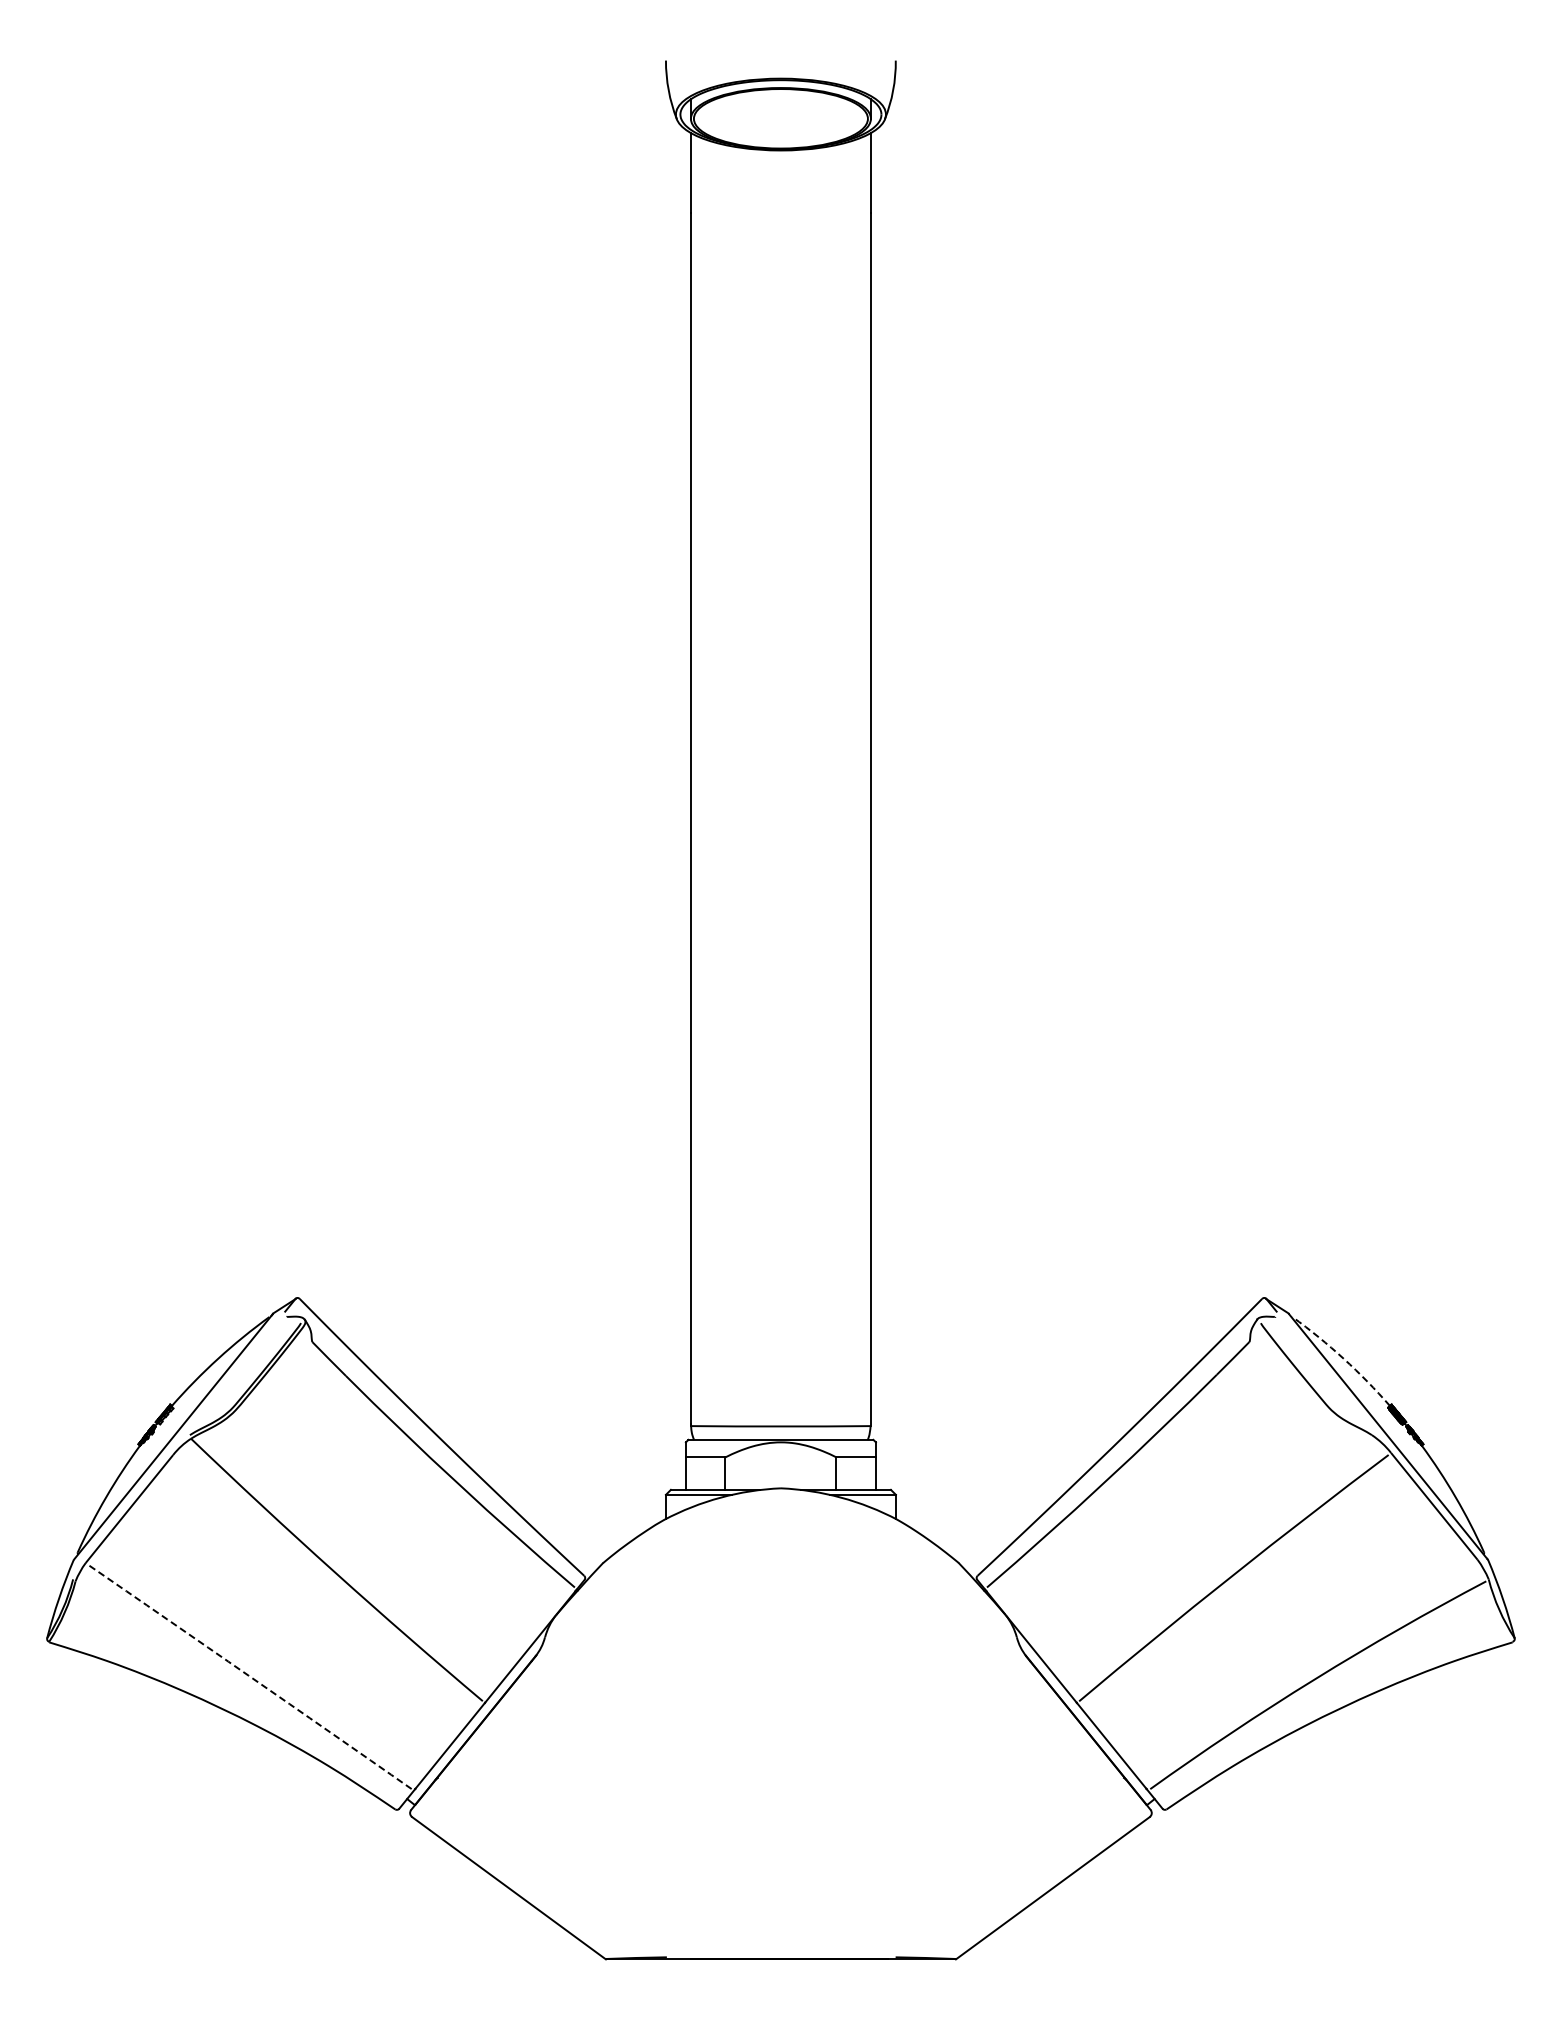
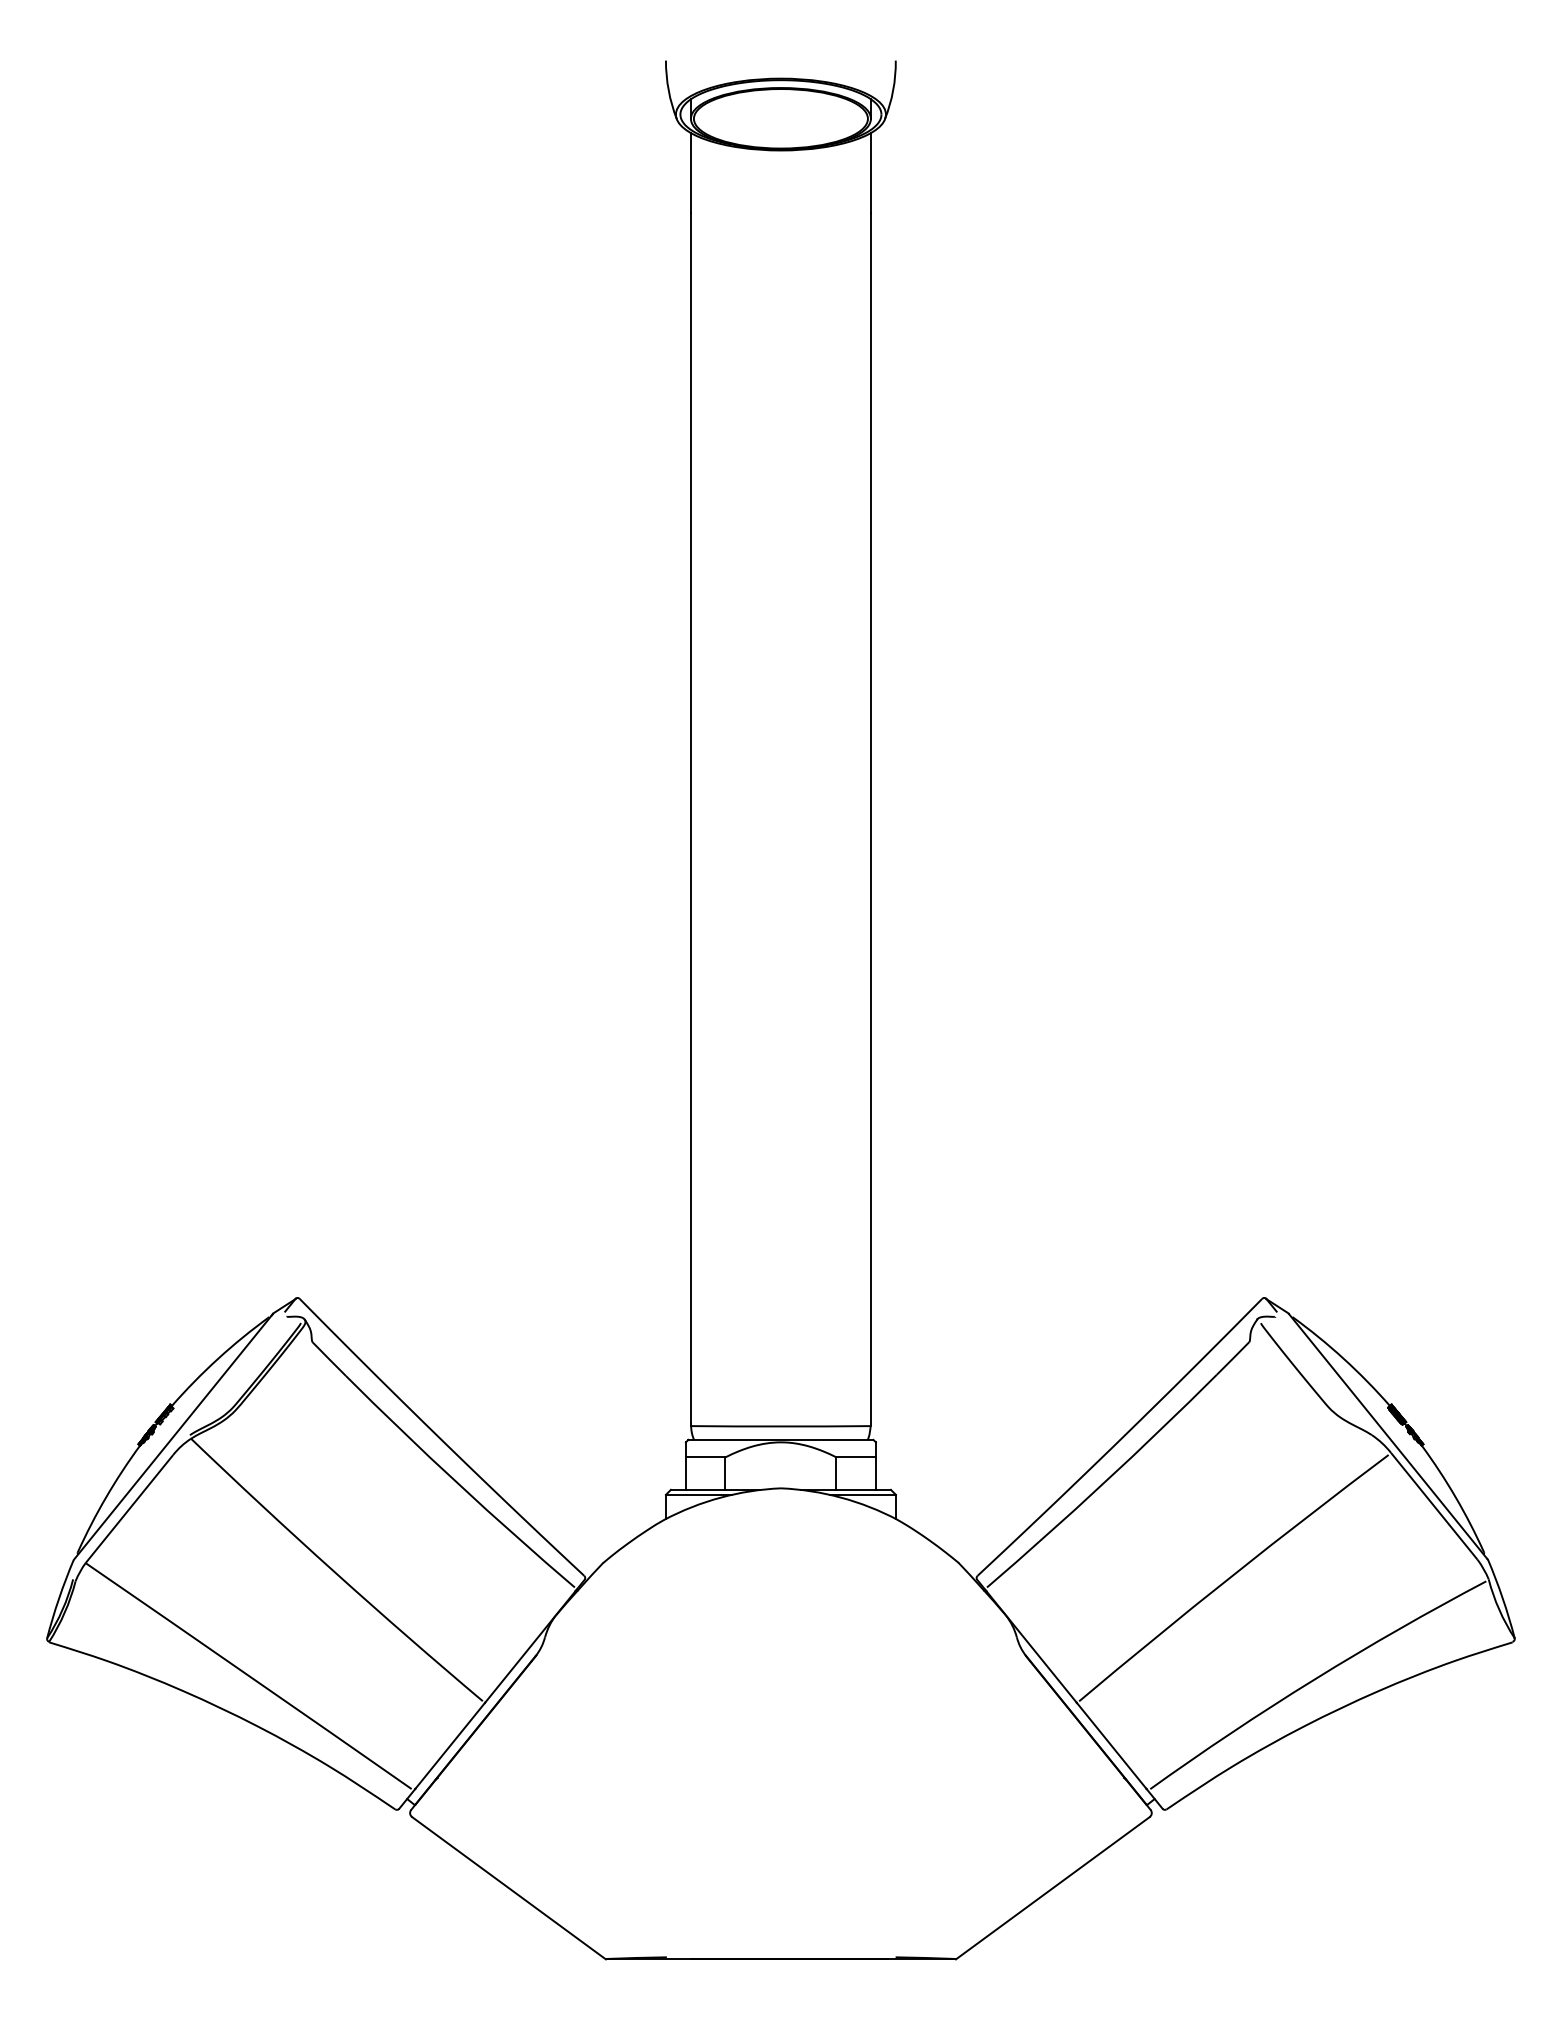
arc at (1343, 1358): dashed -> solid
arc at (248, 1675): dashed -> solid
